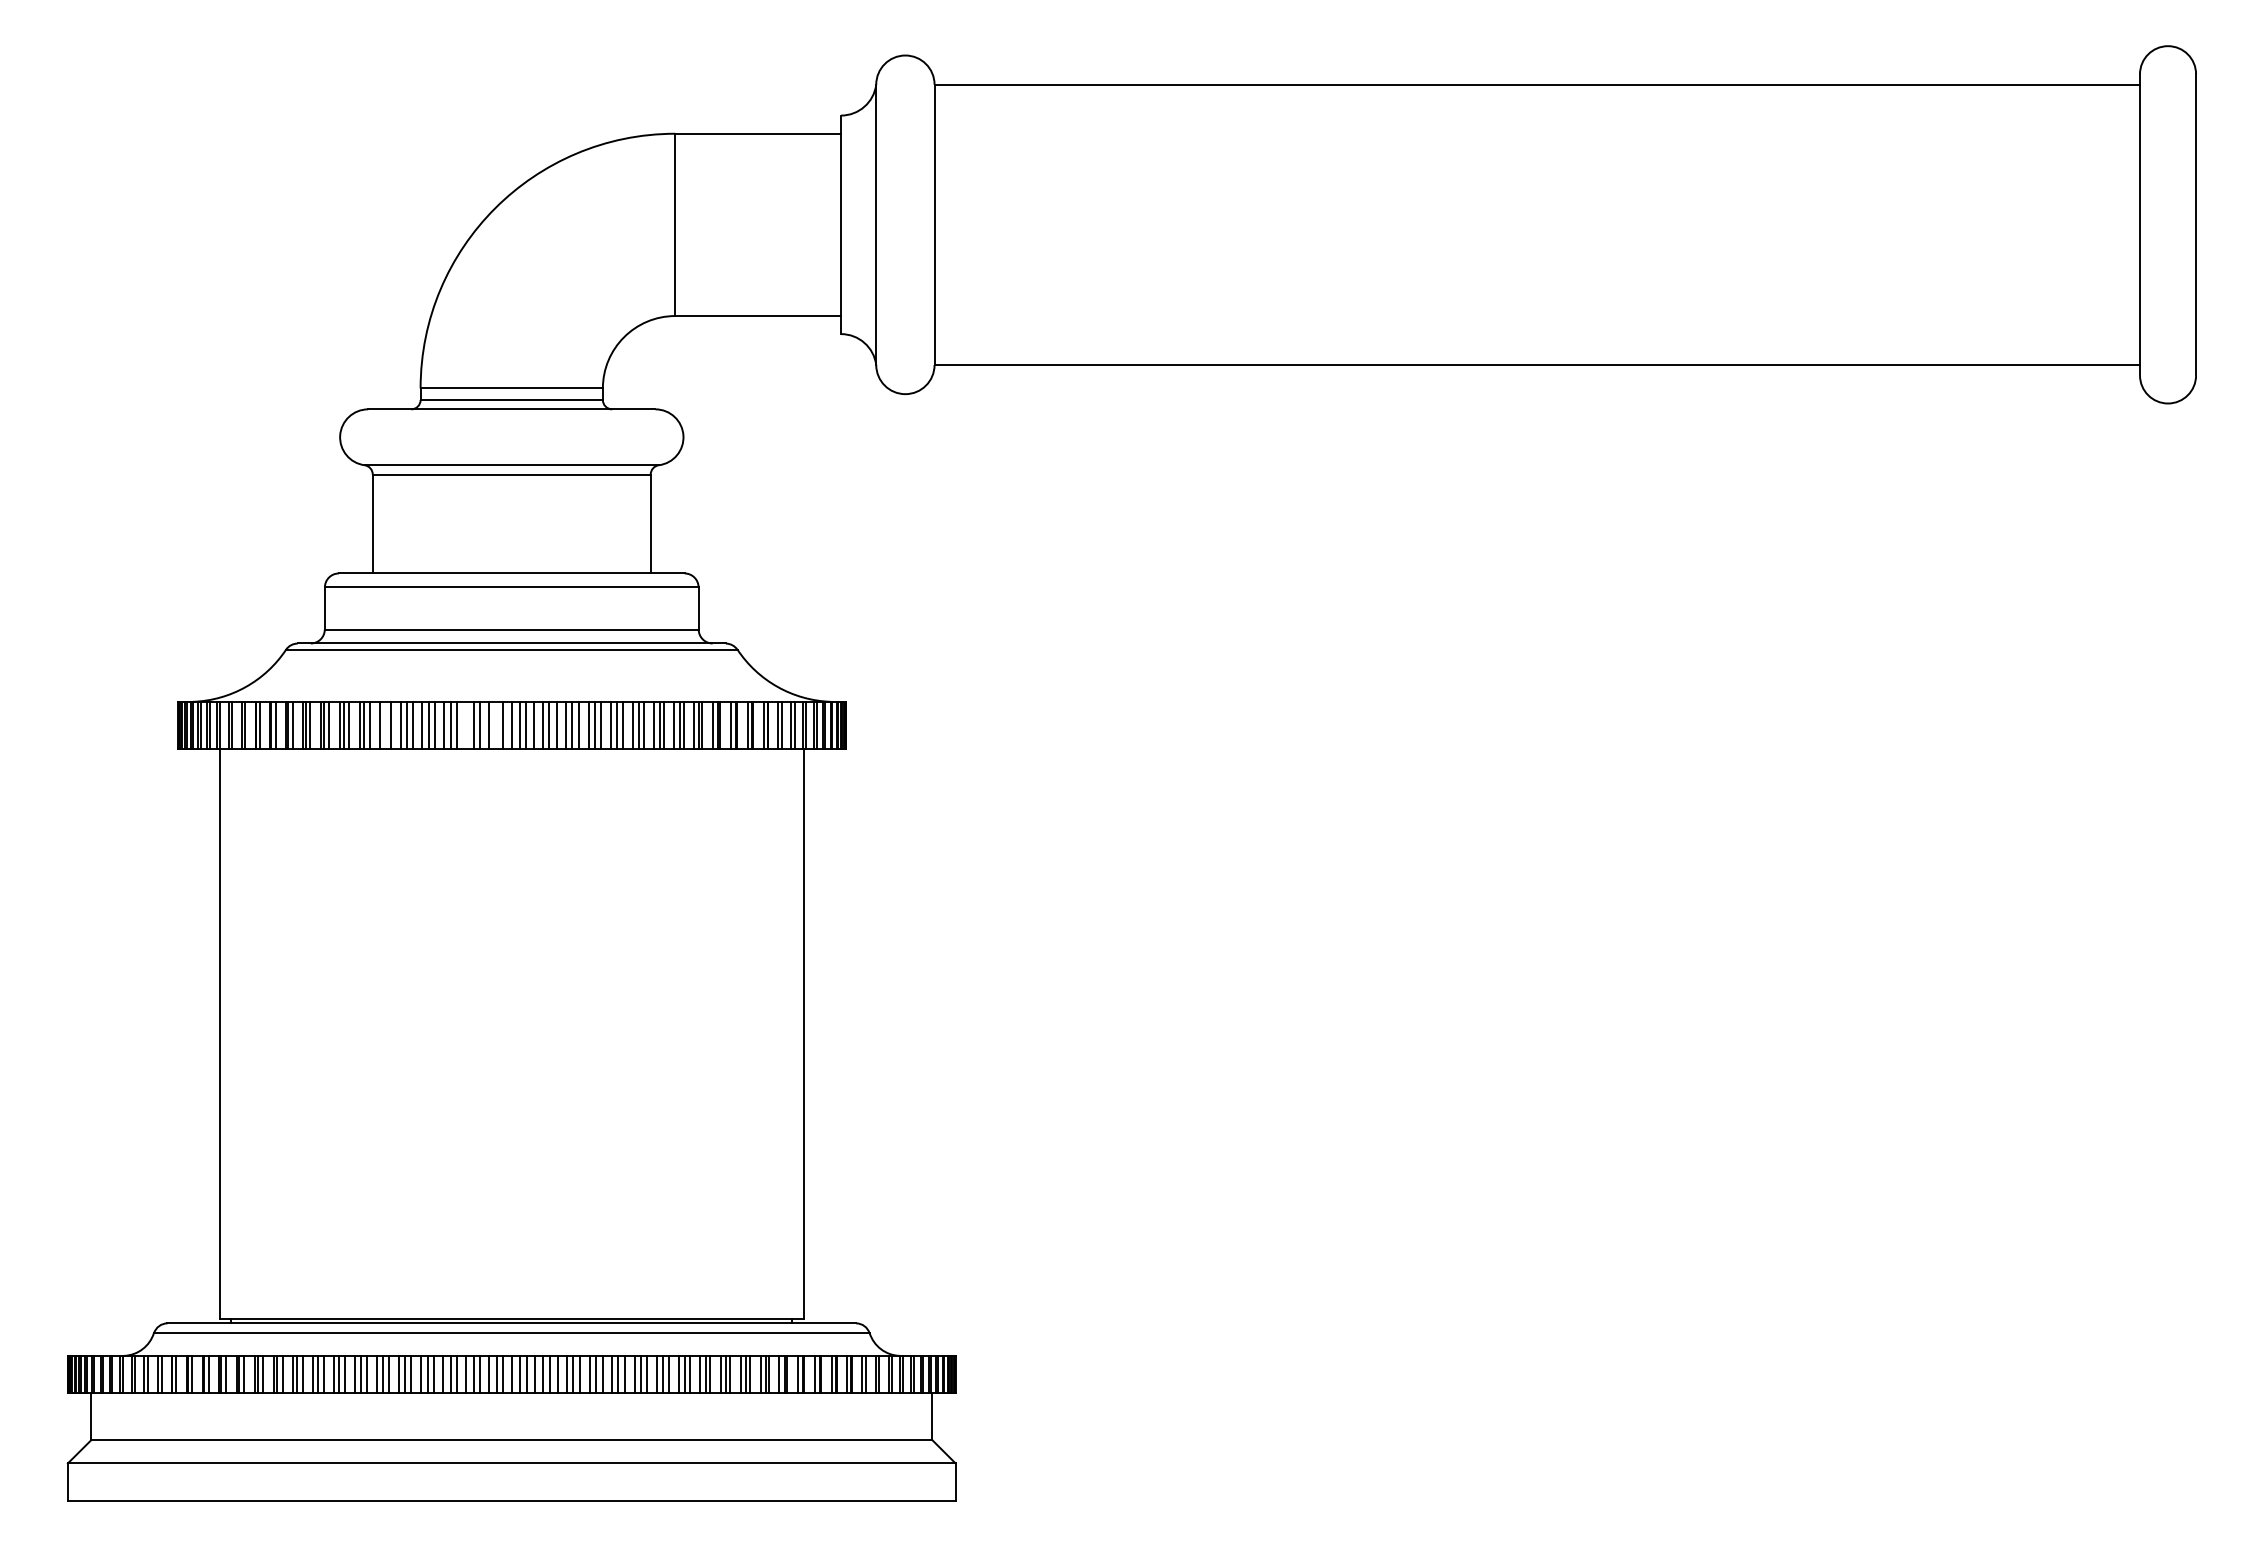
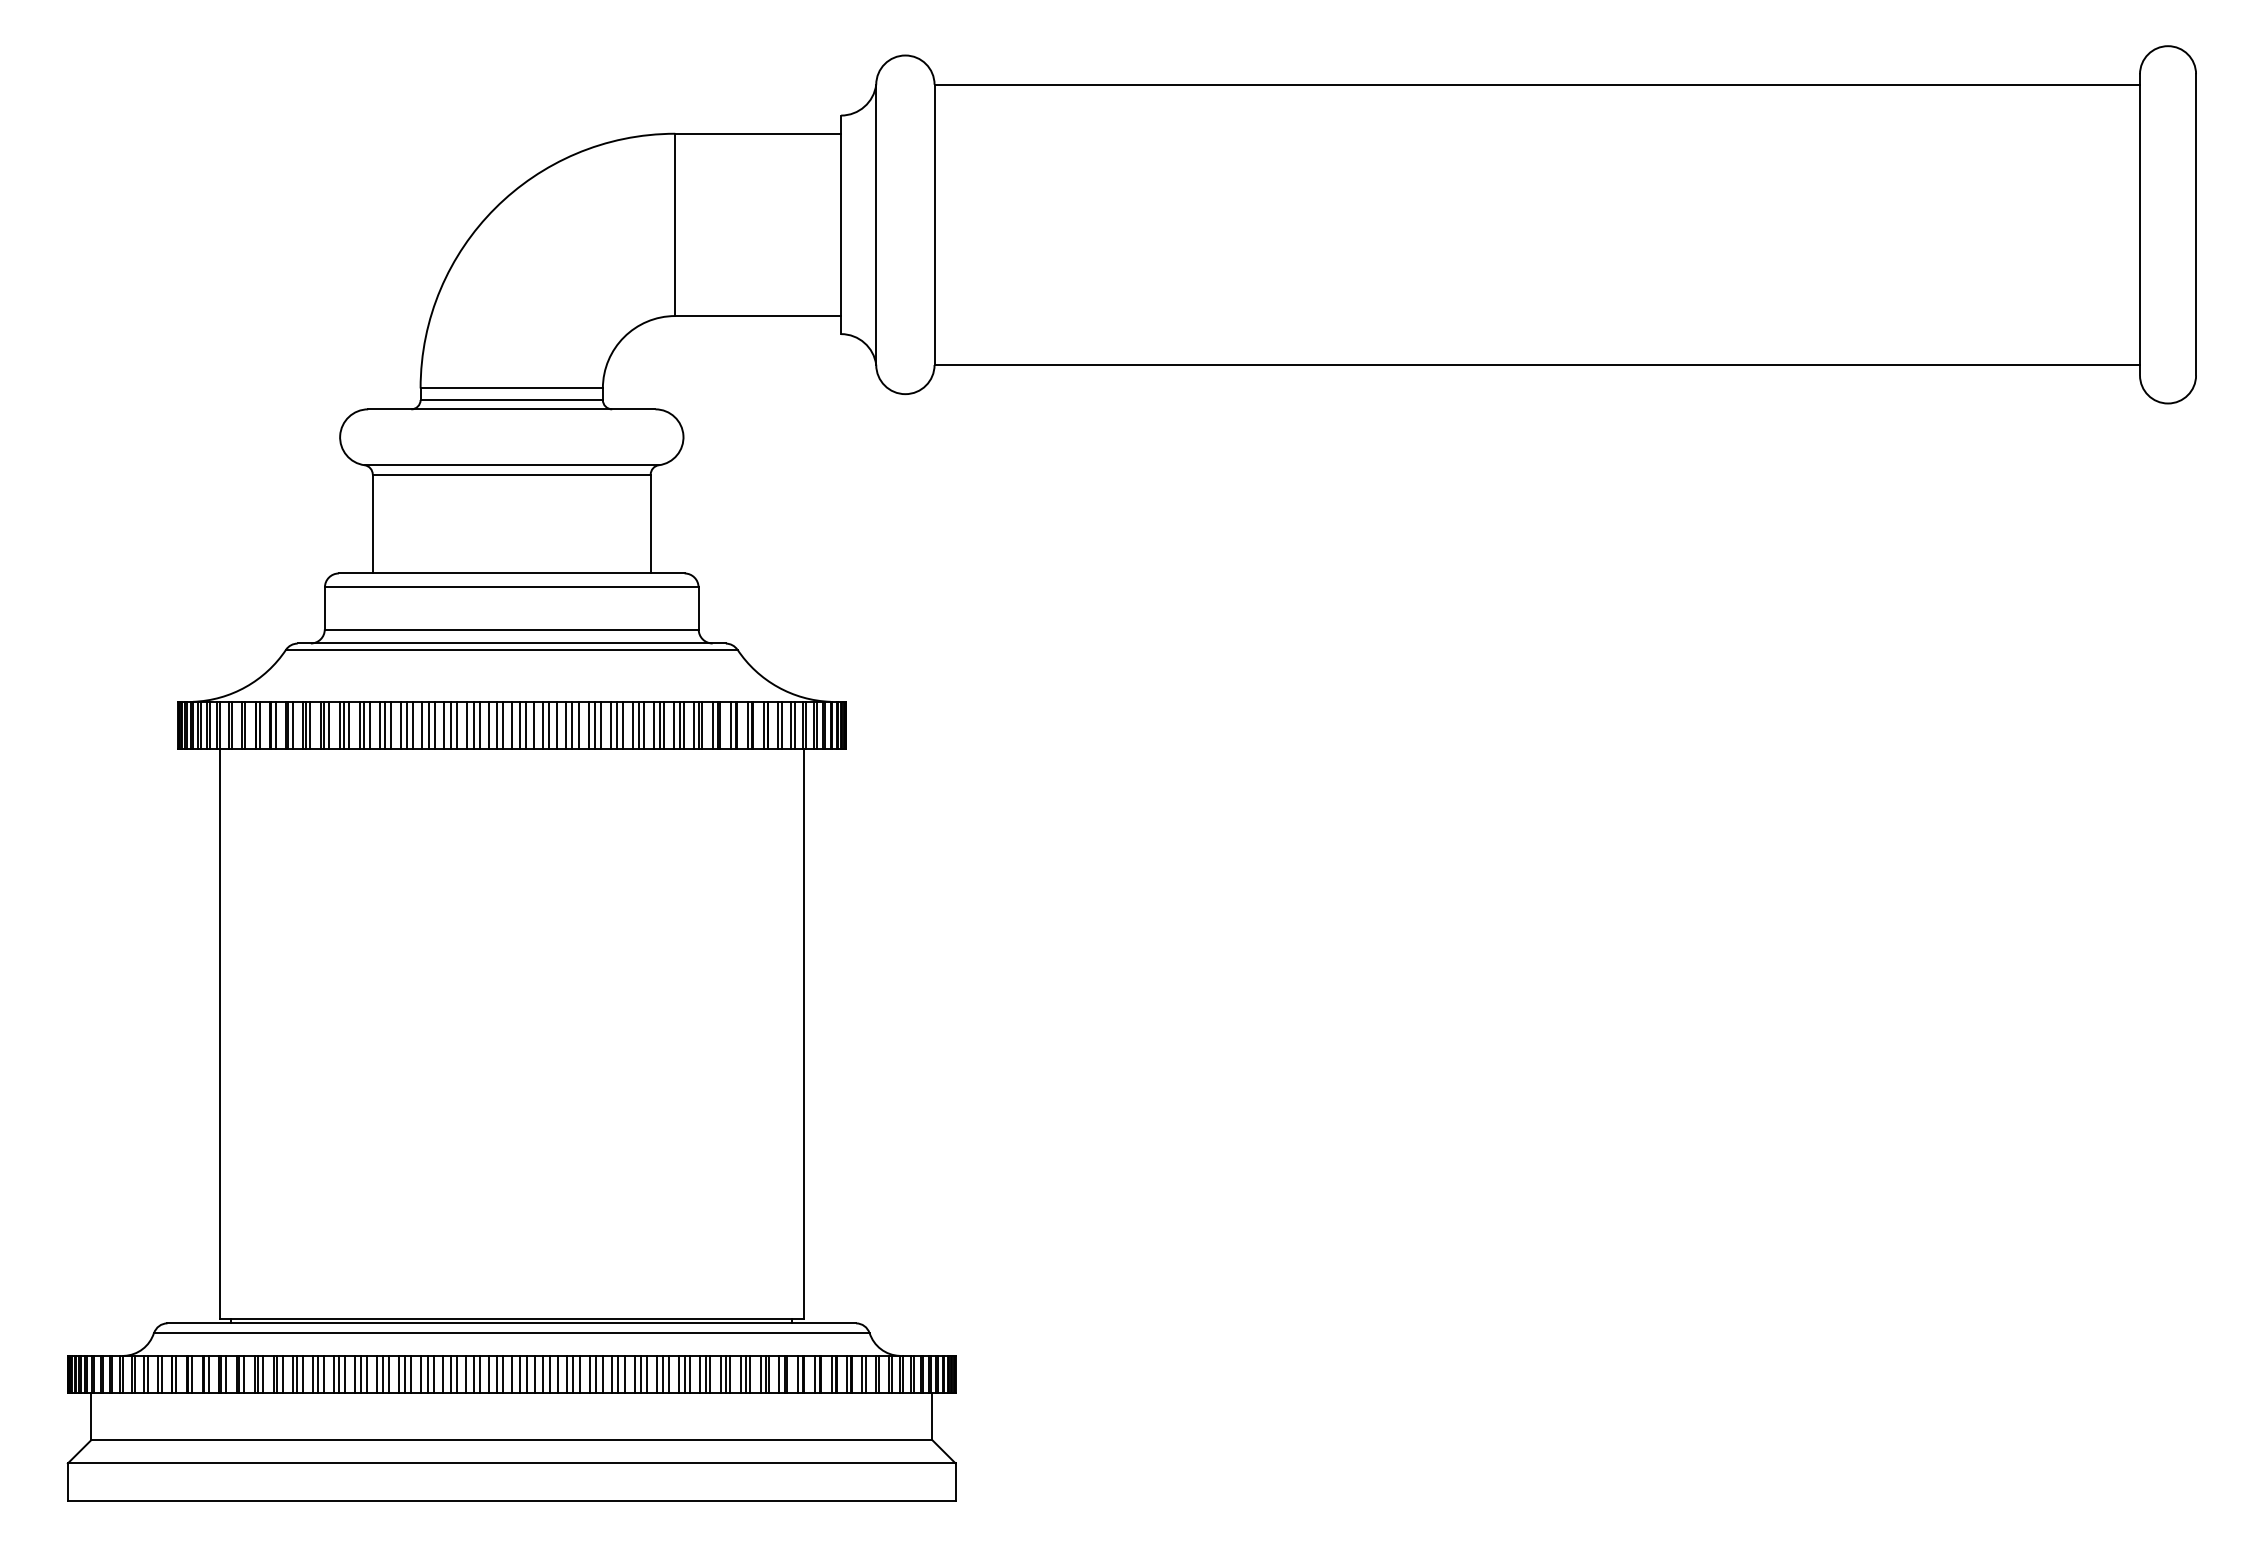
line at (385, 724): none -> present
line at (466, 724): none -> present
line at (497, 724): none -> present
